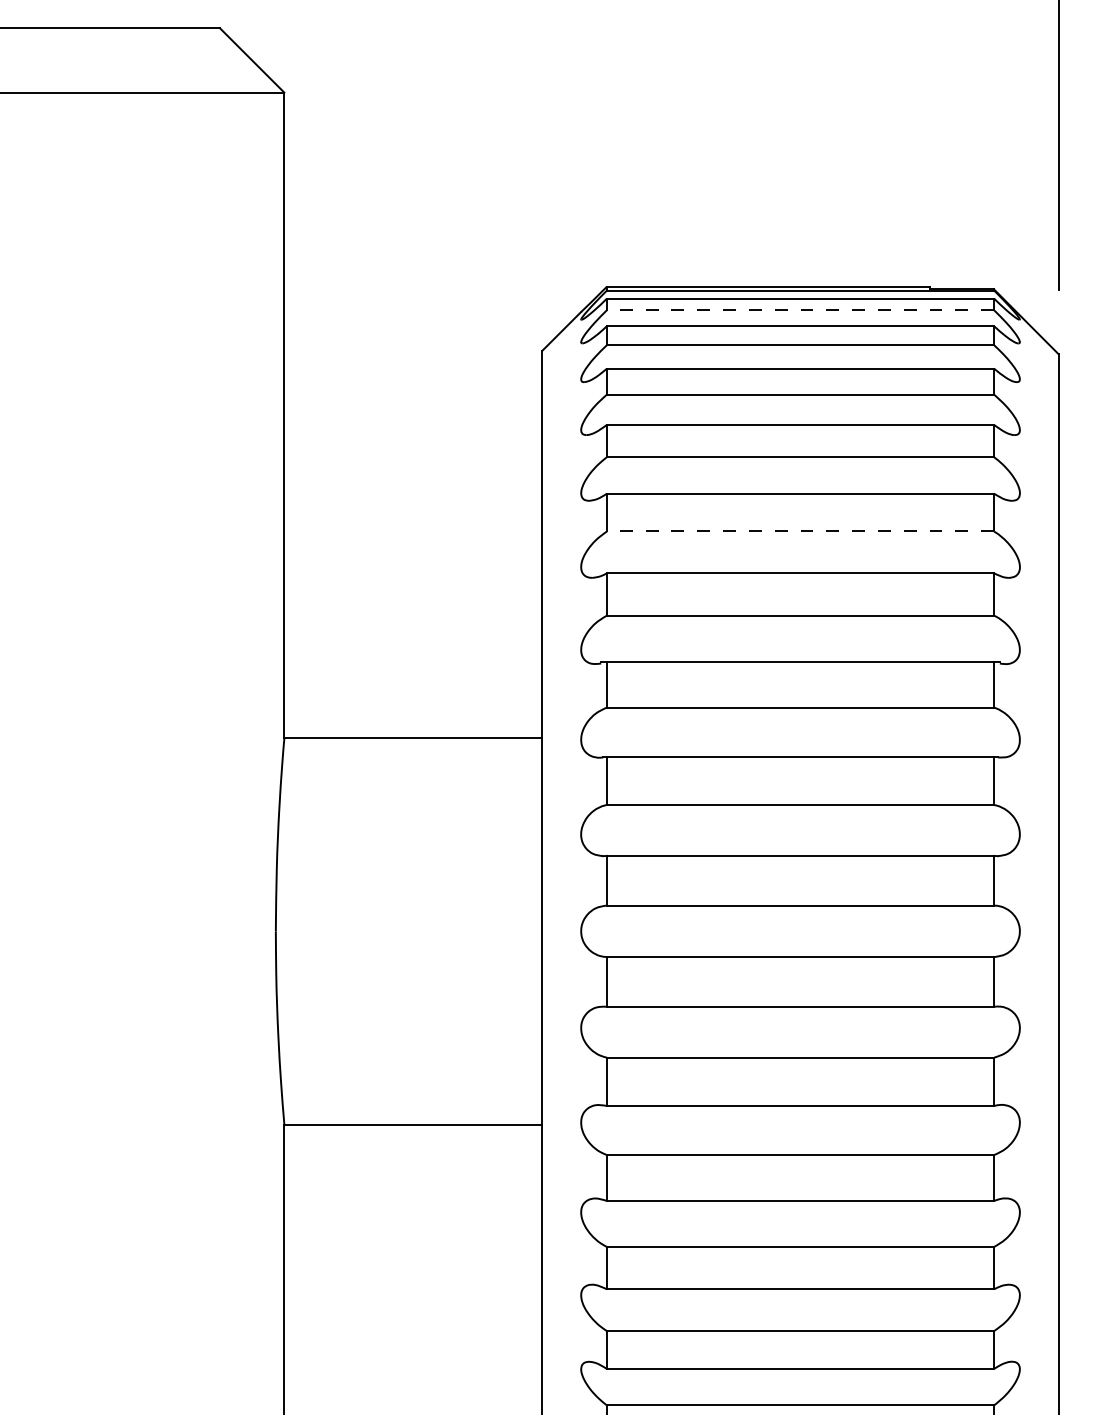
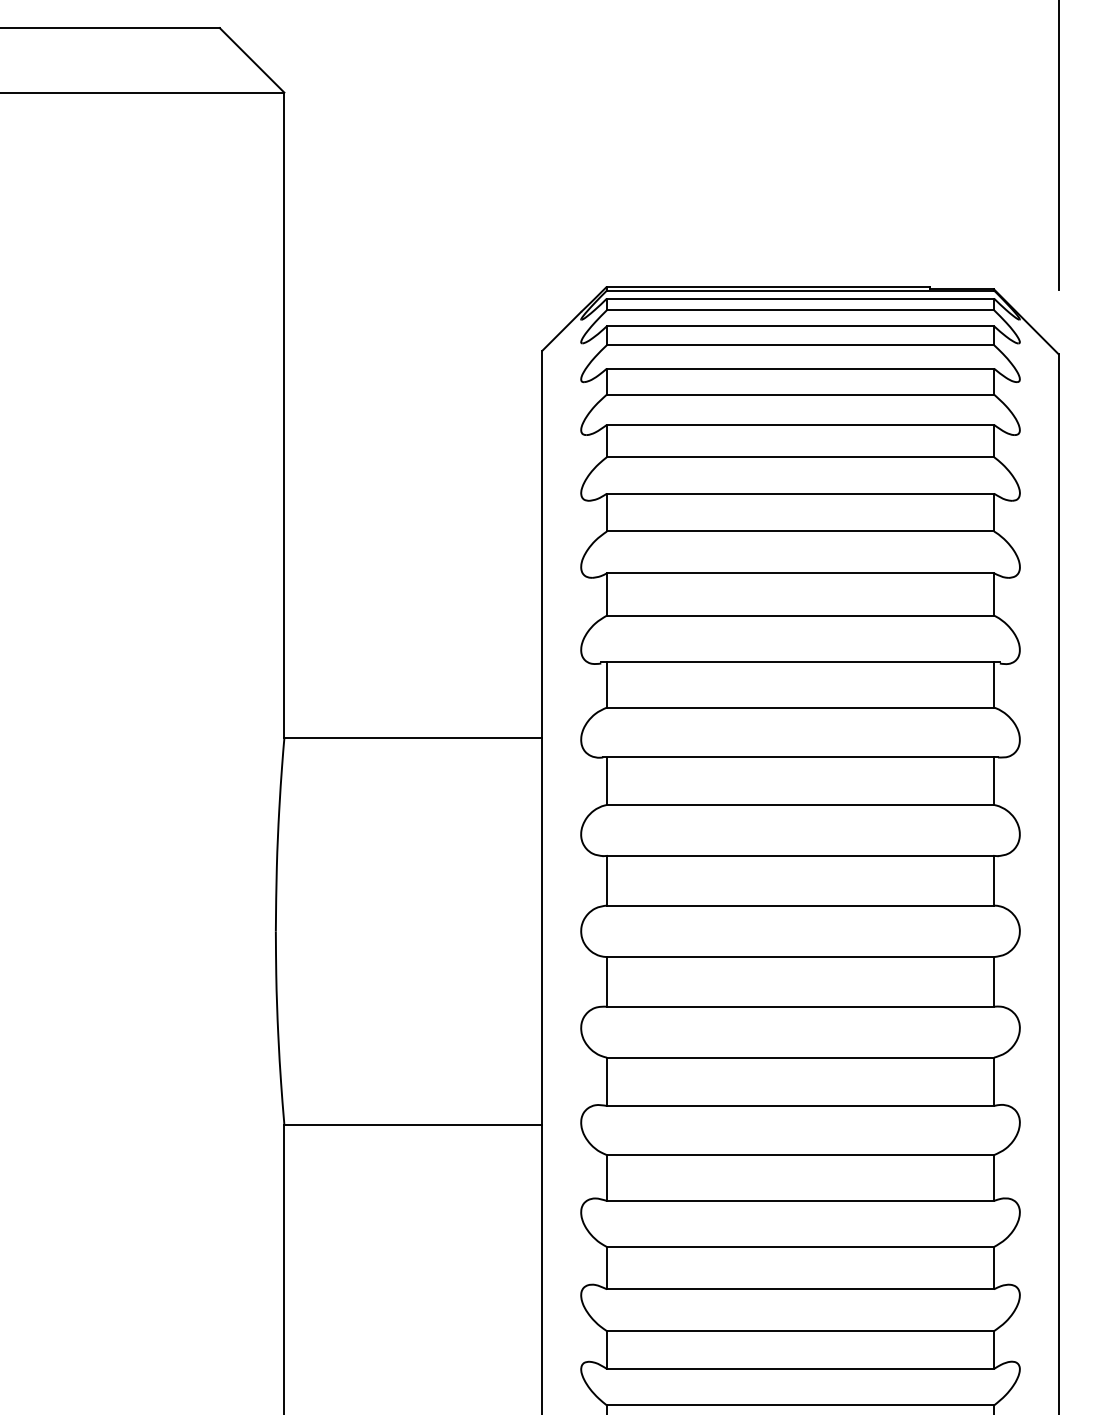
line at (800, 310): dashed -> solid
line at (800, 531): dashed -> solid
